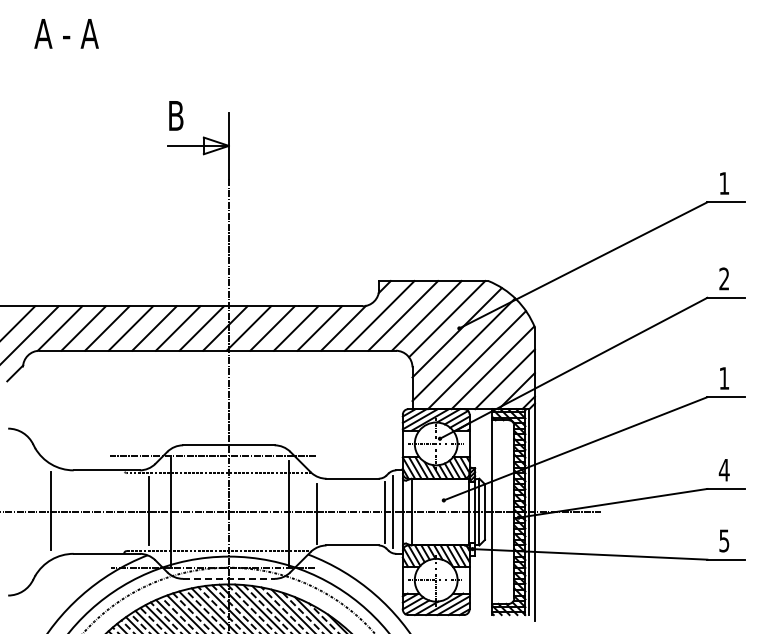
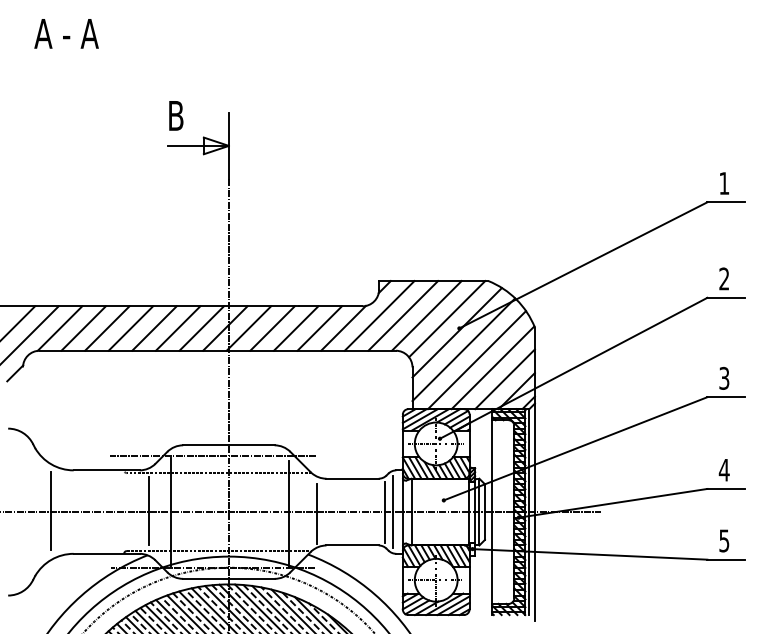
text at (724, 377): 1 -> 3
line at (228, 578): dashed -> solid
